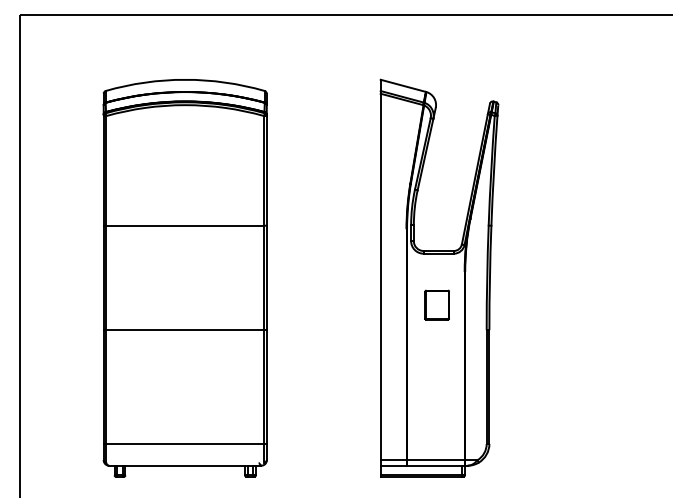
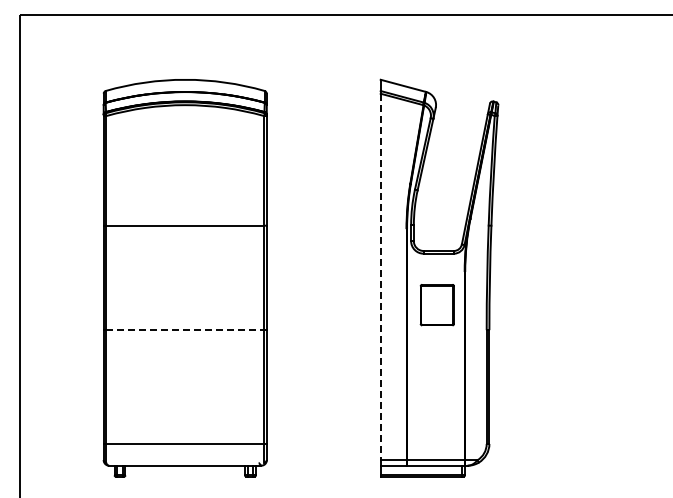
line at (380, 277): solid -> dashed
part at (436, 304) size: 26x32 px -> 36x43 px
line at (185, 330): solid -> dashed
